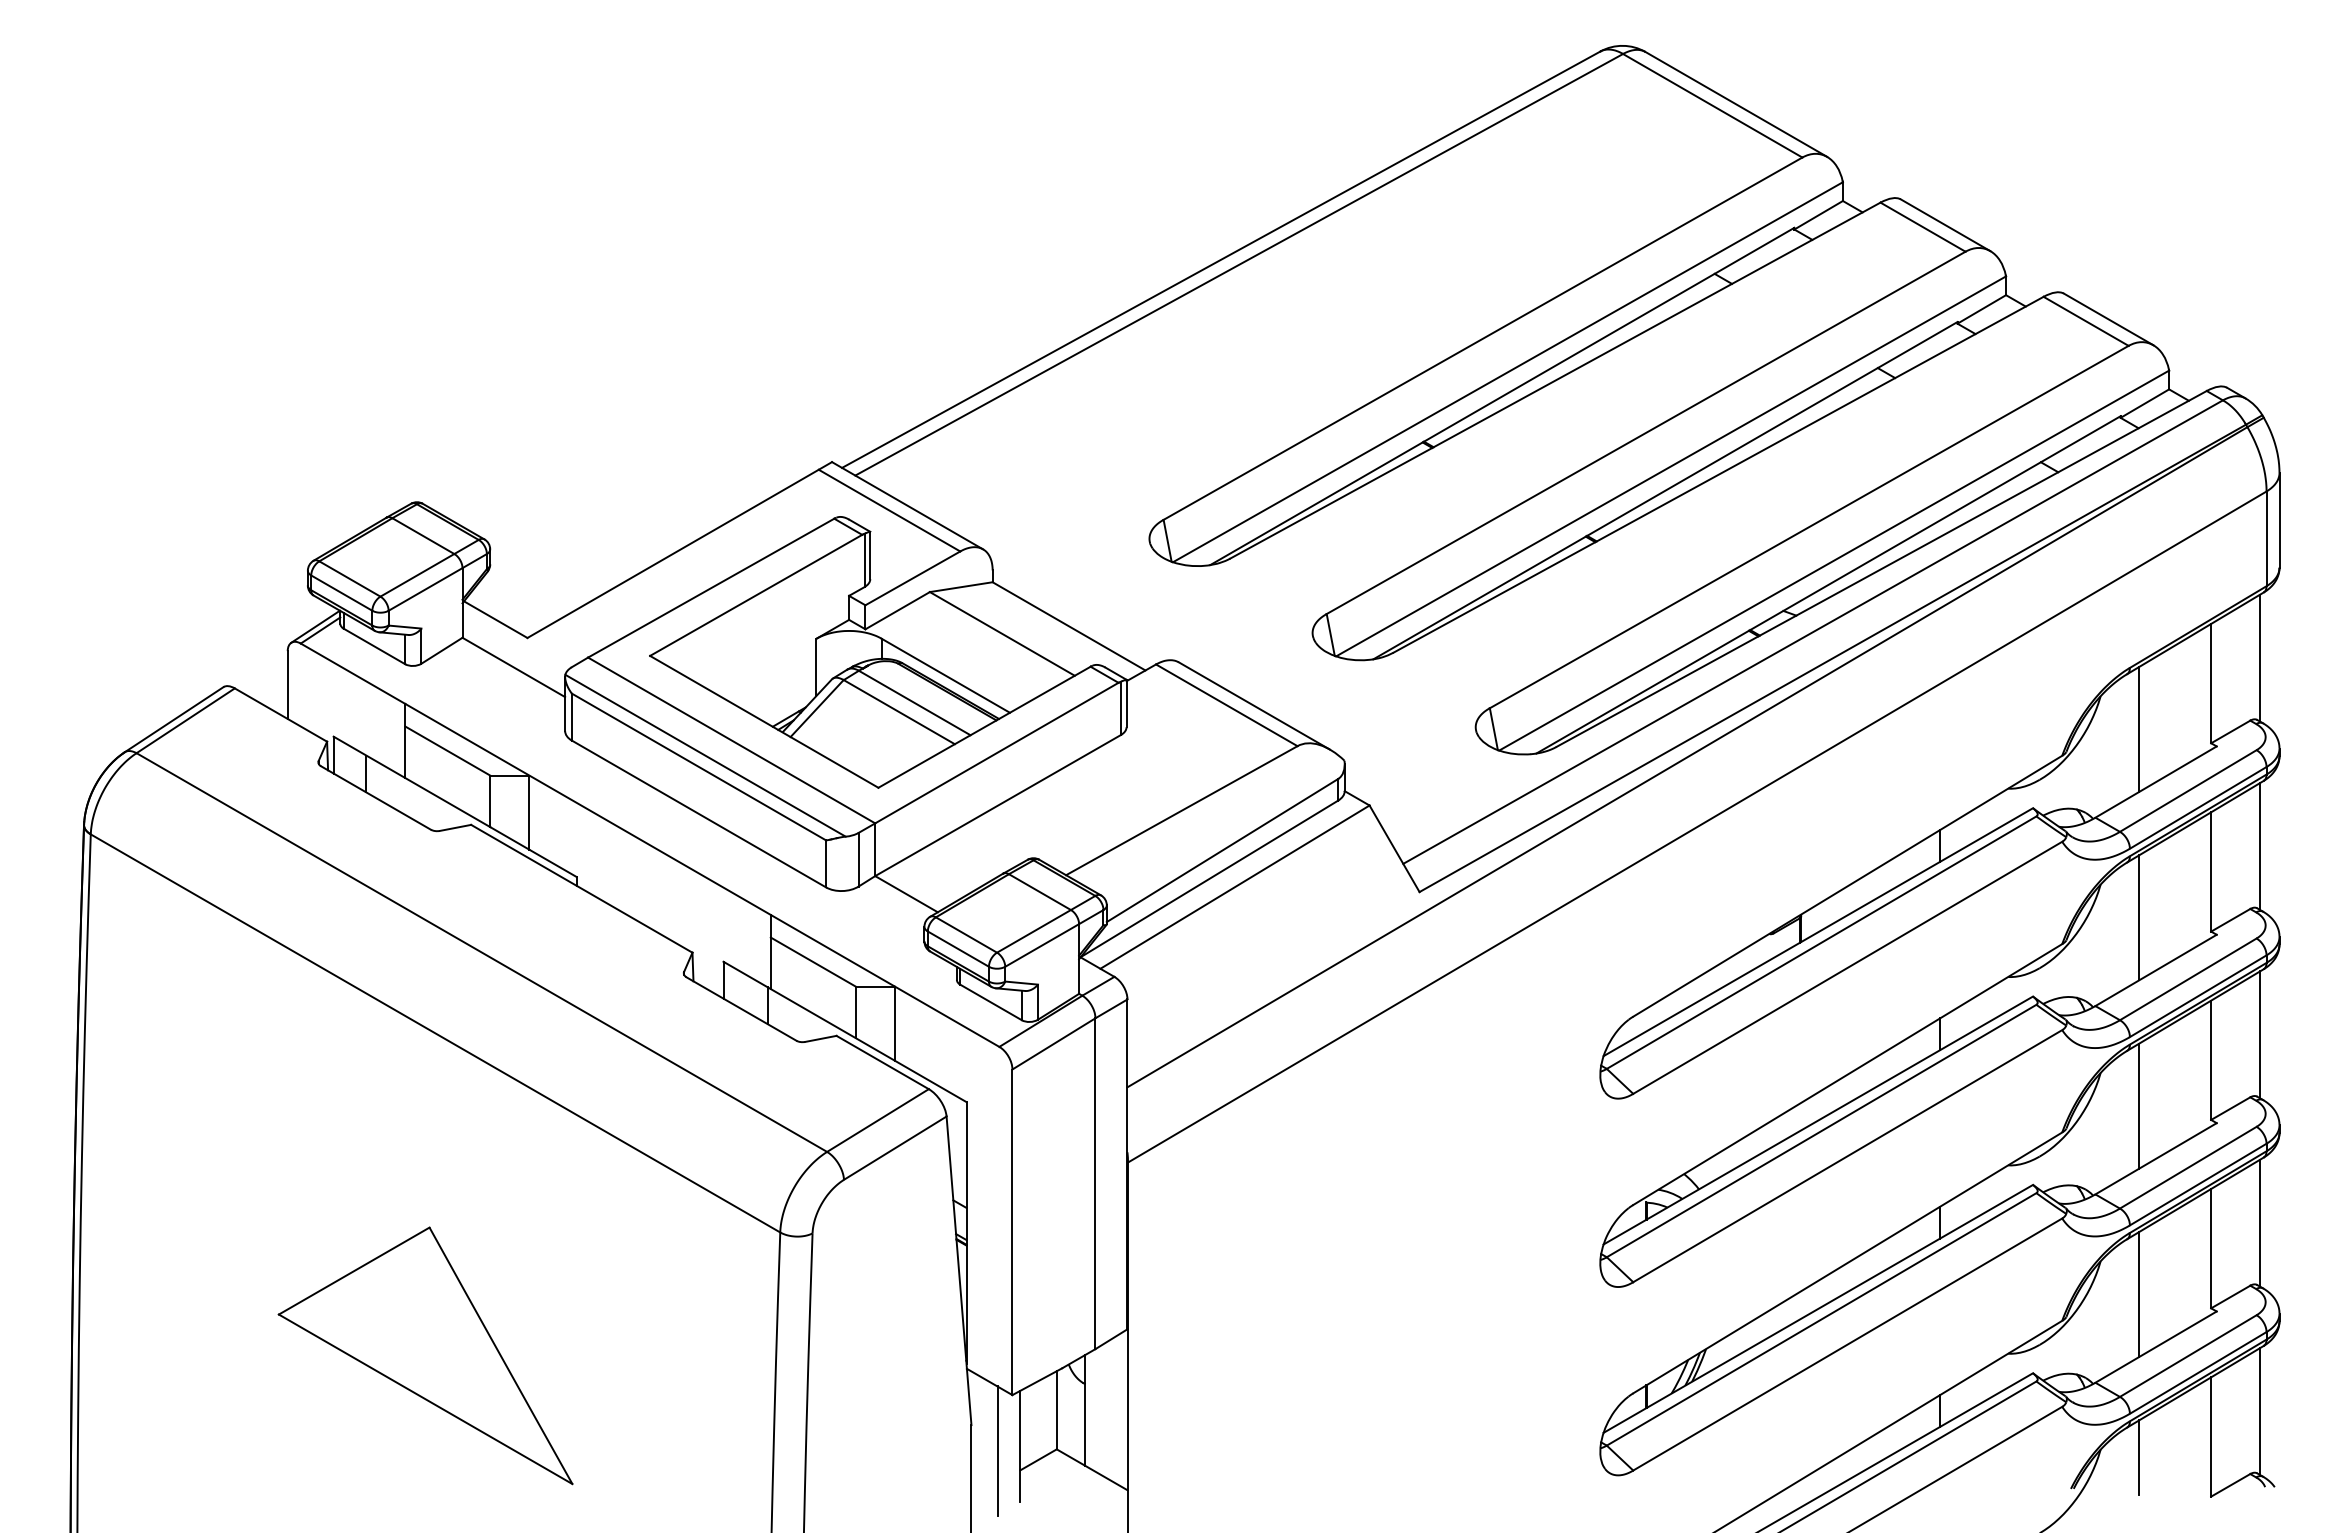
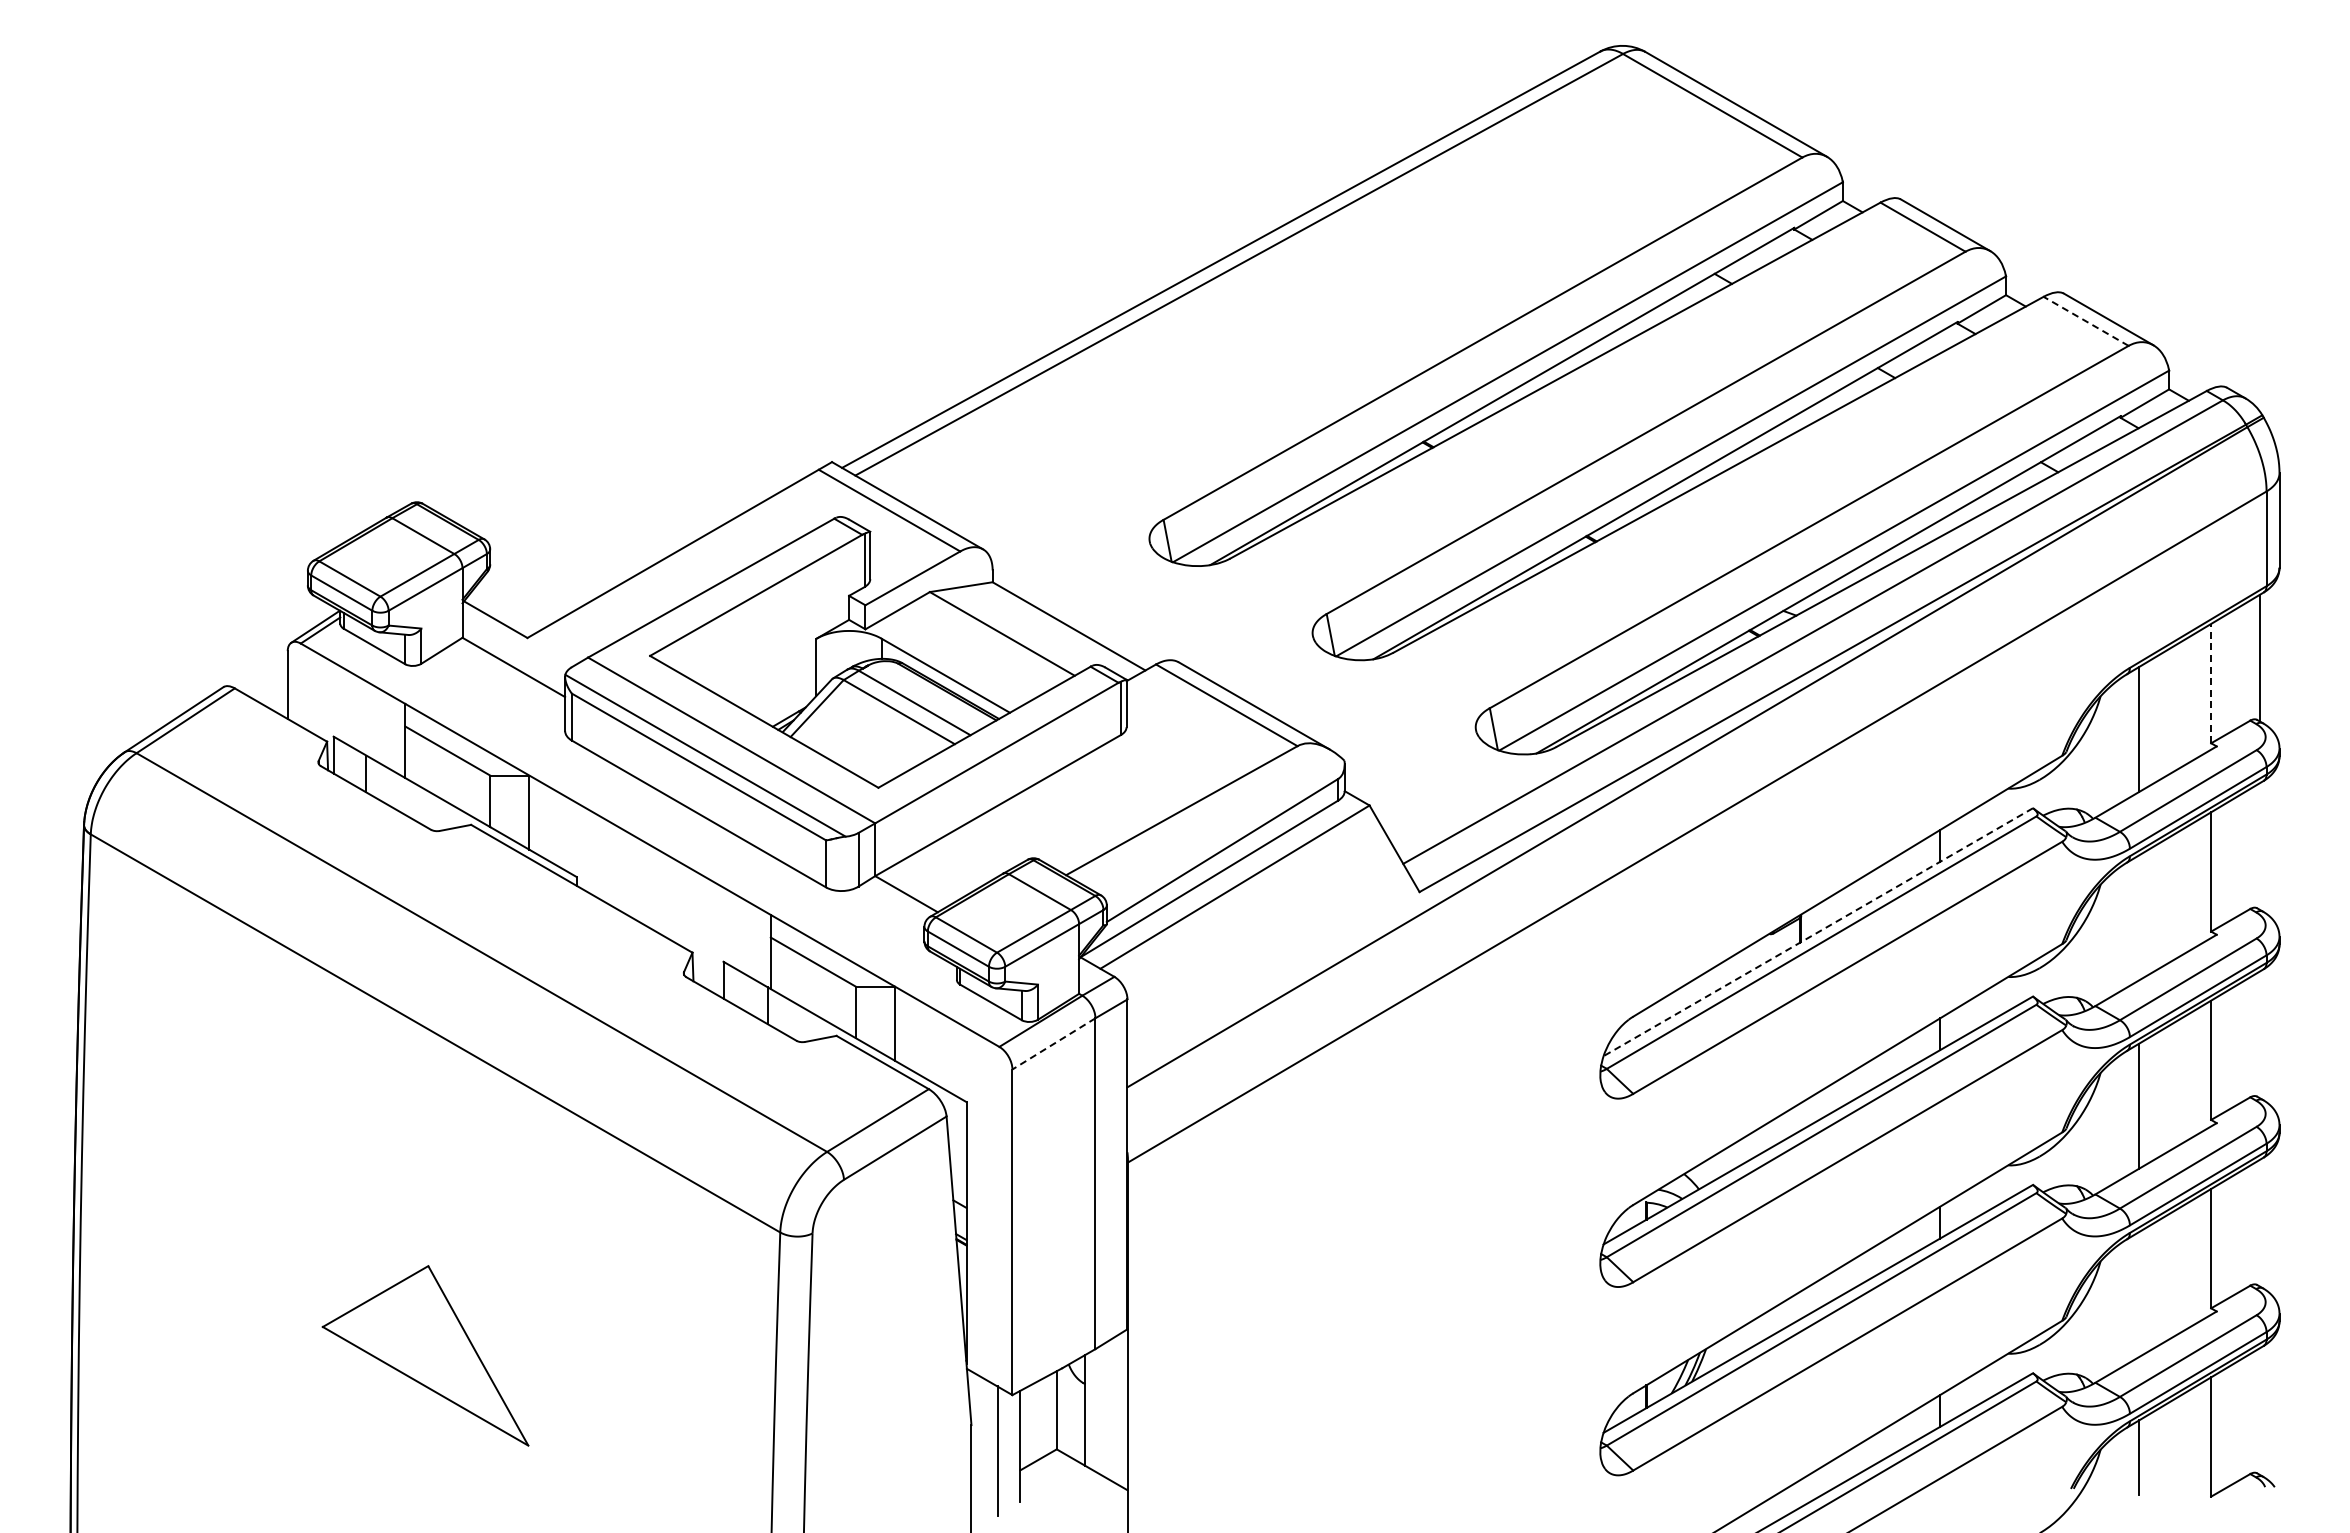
line at (2085, 321): solid -> dashed
line at (2211, 683): solid -> dashed
line at (2260, 846): present -> none
line at (2139, 917): present -> none
line at (1818, 932): solid -> dashed
line at (2260, 1034): present -> none
line at (1053, 1043): solid -> dashed
line at (2260, 1222): present -> none
line at (2139, 1294): present -> none
part at (425, 1355) size: 297x260 px -> 209x182 px
line at (2260, 1411): present -> none
